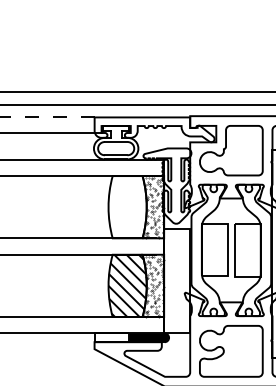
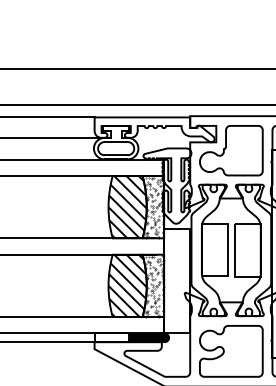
line at (137, 92) position: (137, 92) -> (137, 69)
line at (47, 117): dashed -> solid
line at (51, 132) position: (51, 132) -> (51, 137)
hatch at (127, 207): none -> present
line at (48, 342): none -> present
